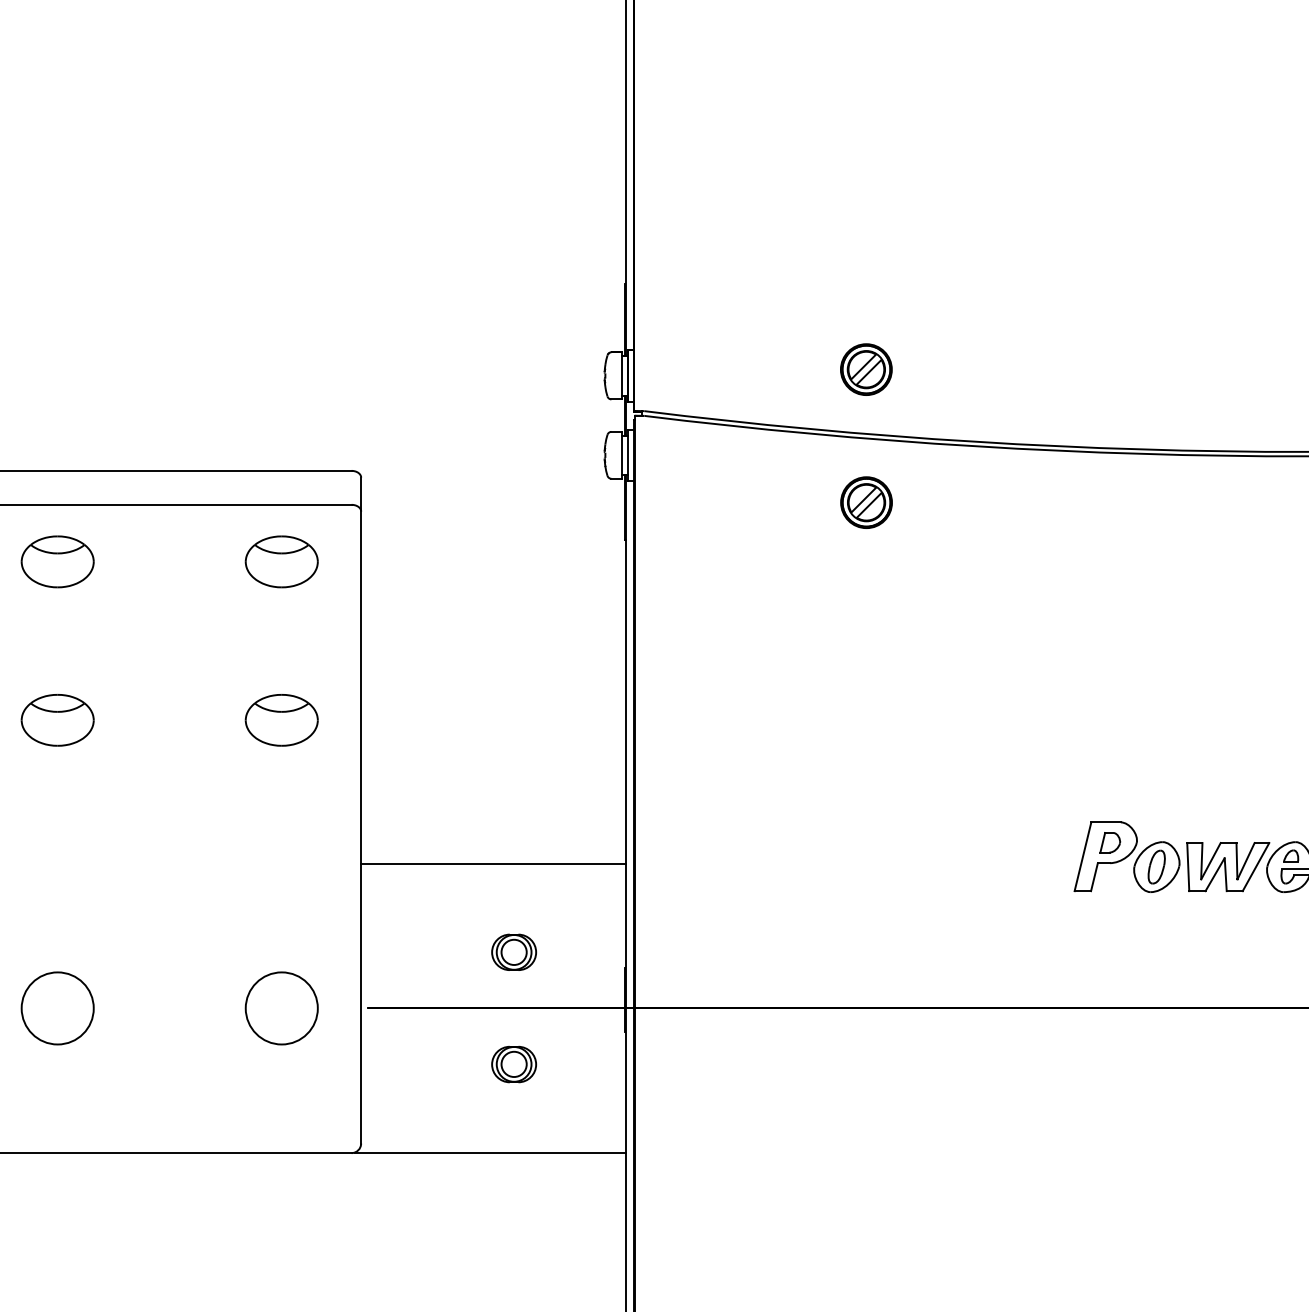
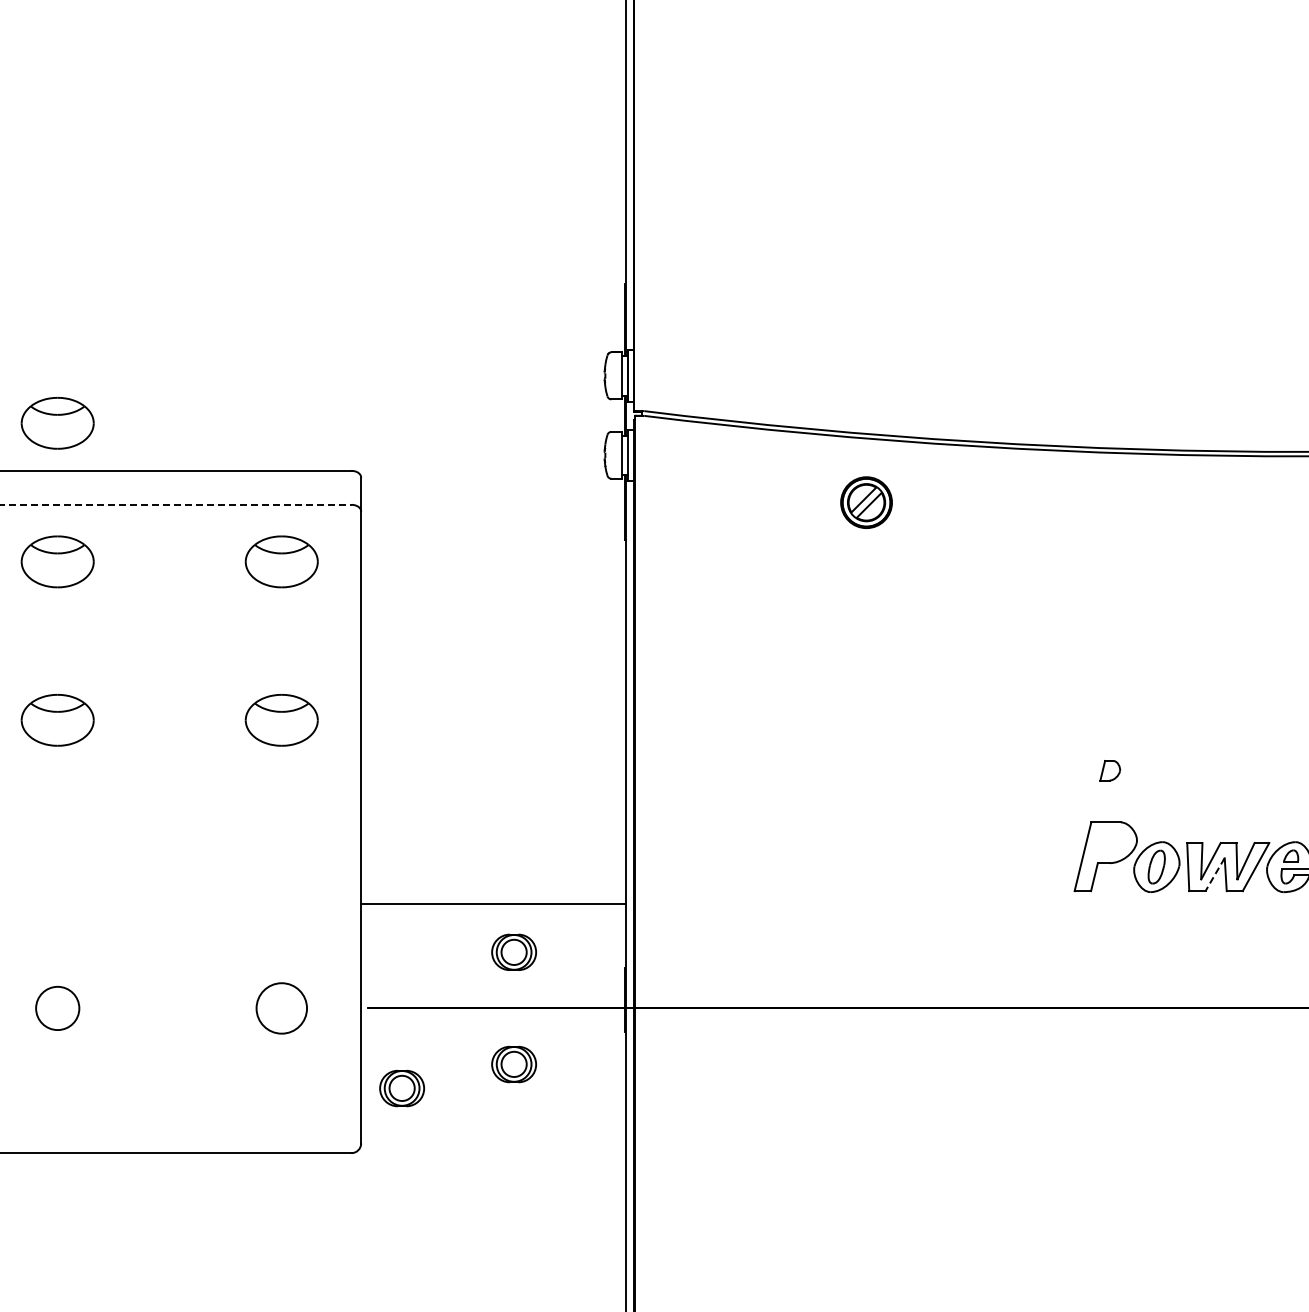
part at (866, 369): present -> none
part at (57, 423): none -> present
line at (176, 504): solid -> dashed
part at (1110, 842) position: (1110, 842) -> (1110, 770)
line at (493, 864) position: (493, 864) -> (493, 904)
line at (1215, 874): solid -> dashed
circle at (57, 1008) diameter: 72 px -> 43 px
circle at (281, 1008) diameter: 72 px -> 50 px
part at (402, 1088): none -> present
line at (490, 1152): present -> none
